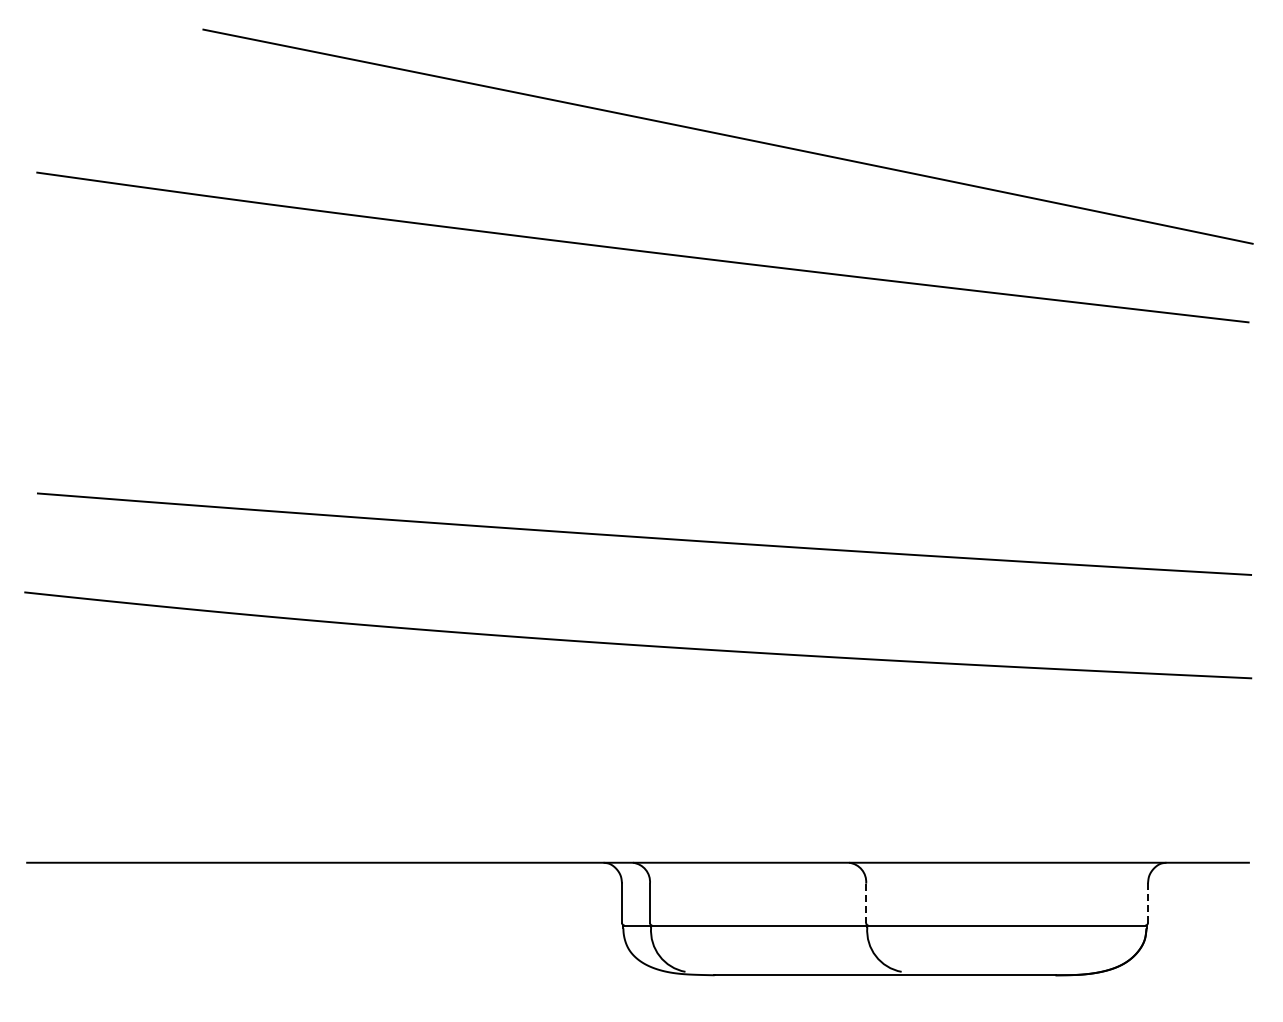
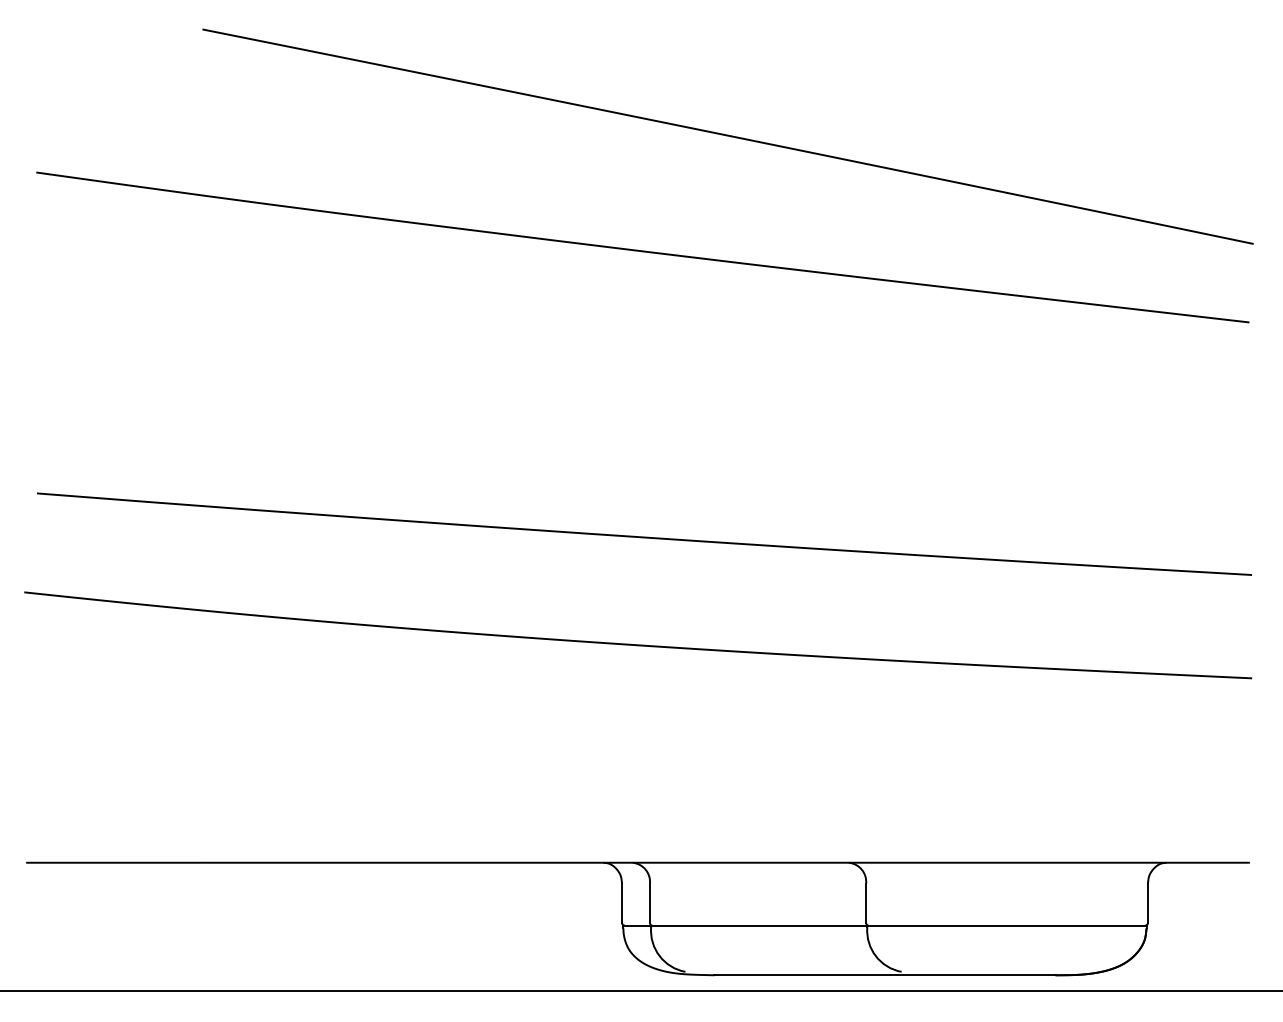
line at (1148, 902): dashed -> solid
line at (866, 903): dashed -> solid
line at (640, 991): none -> present
